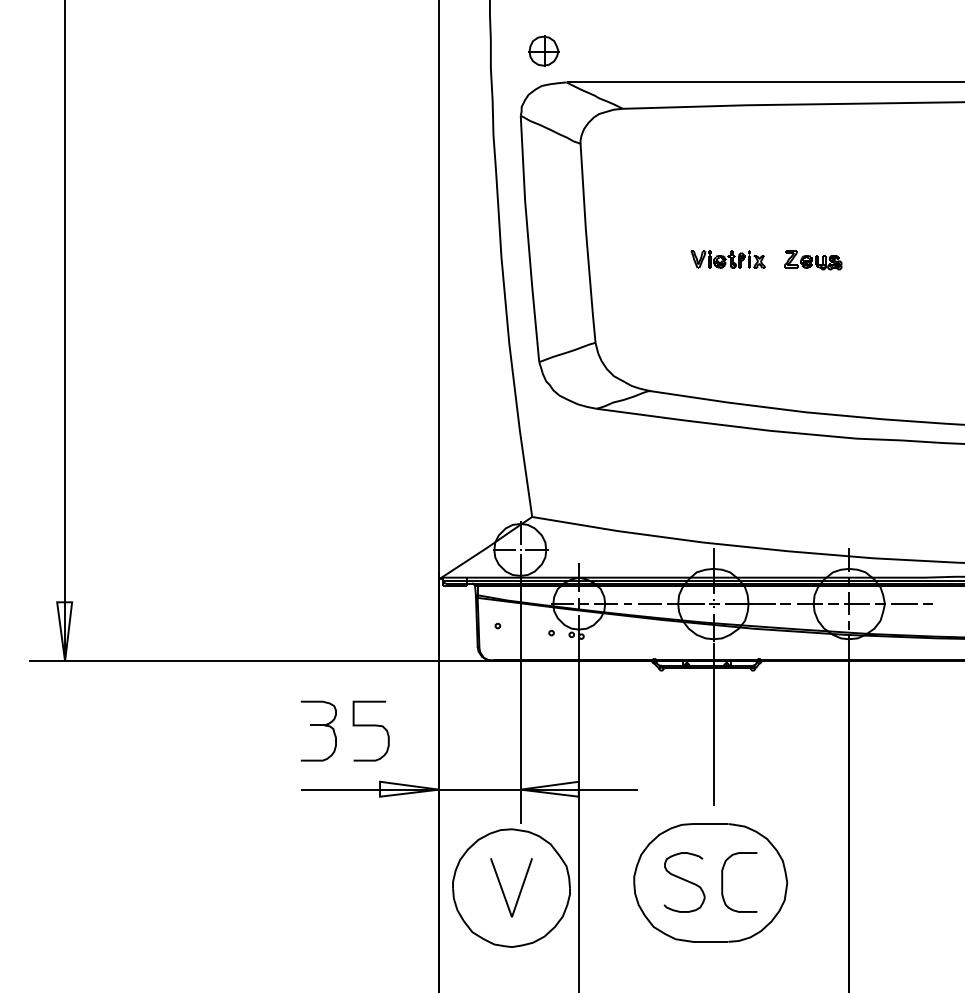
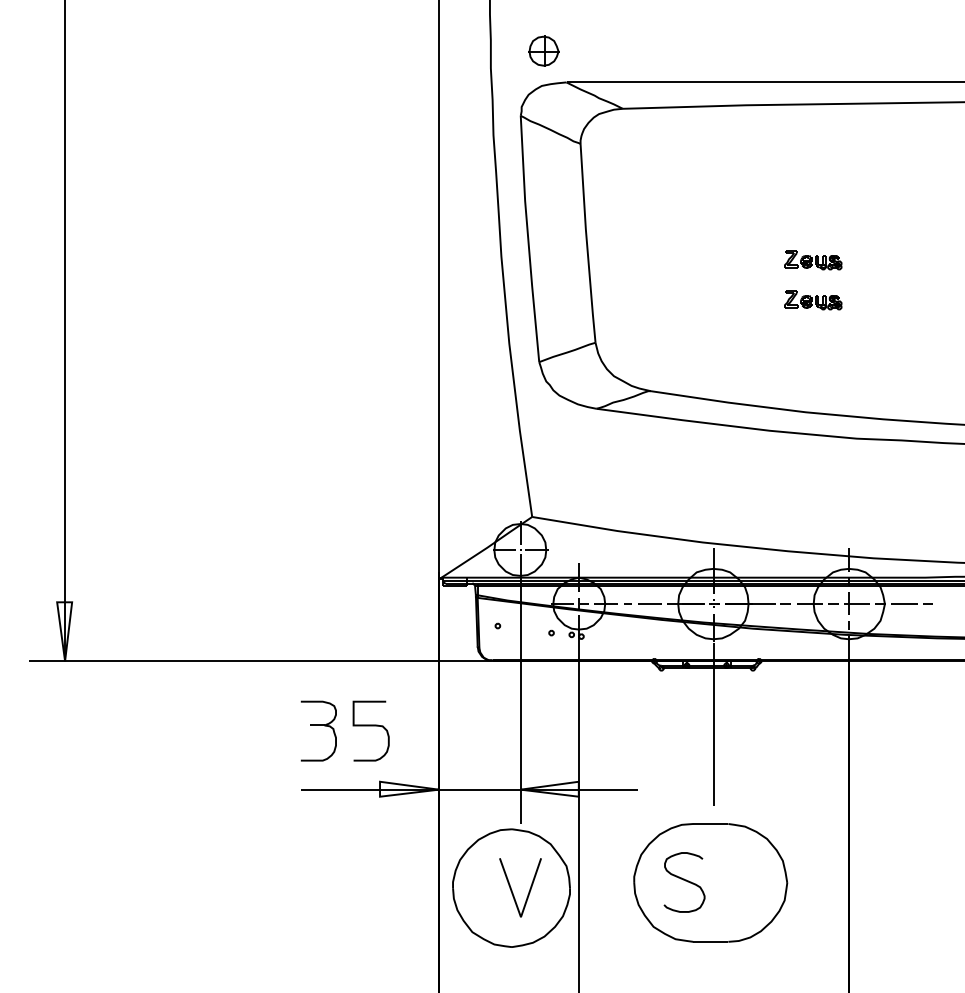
part at (727, 259): present -> none
part at (813, 300): none -> present
curve at (723, 882): present -> none
curve at (503, 890) position: (503, 890) -> (512, 890)
